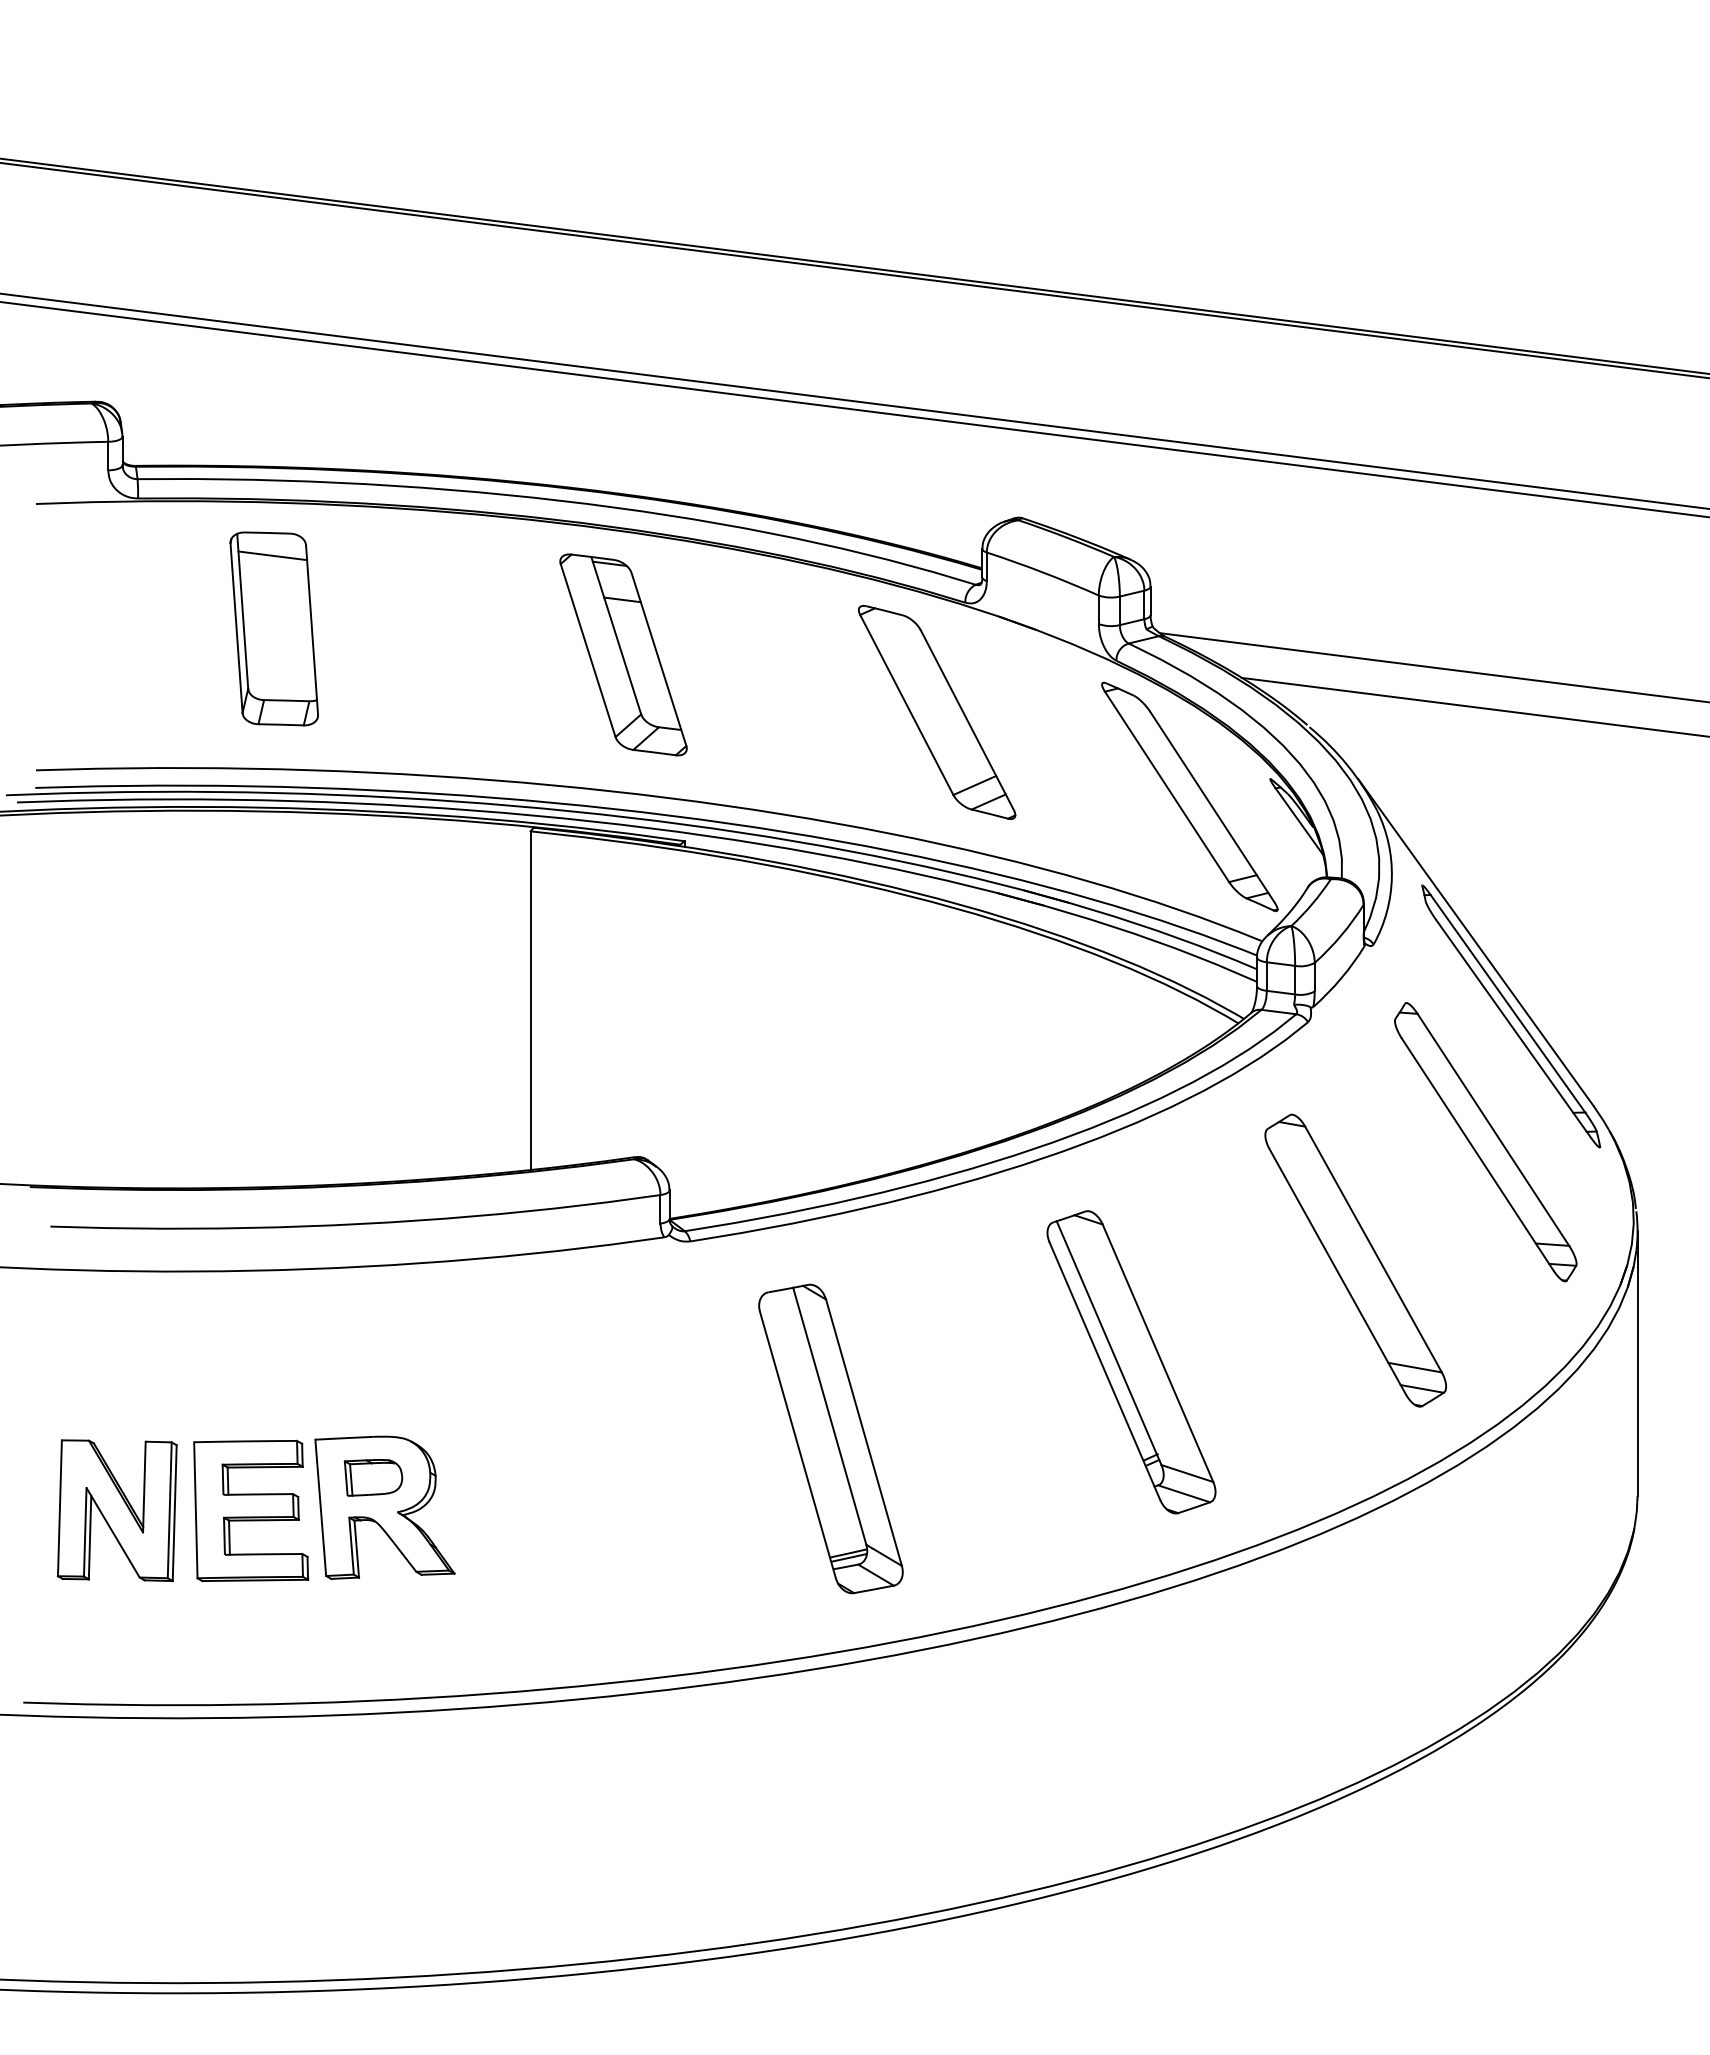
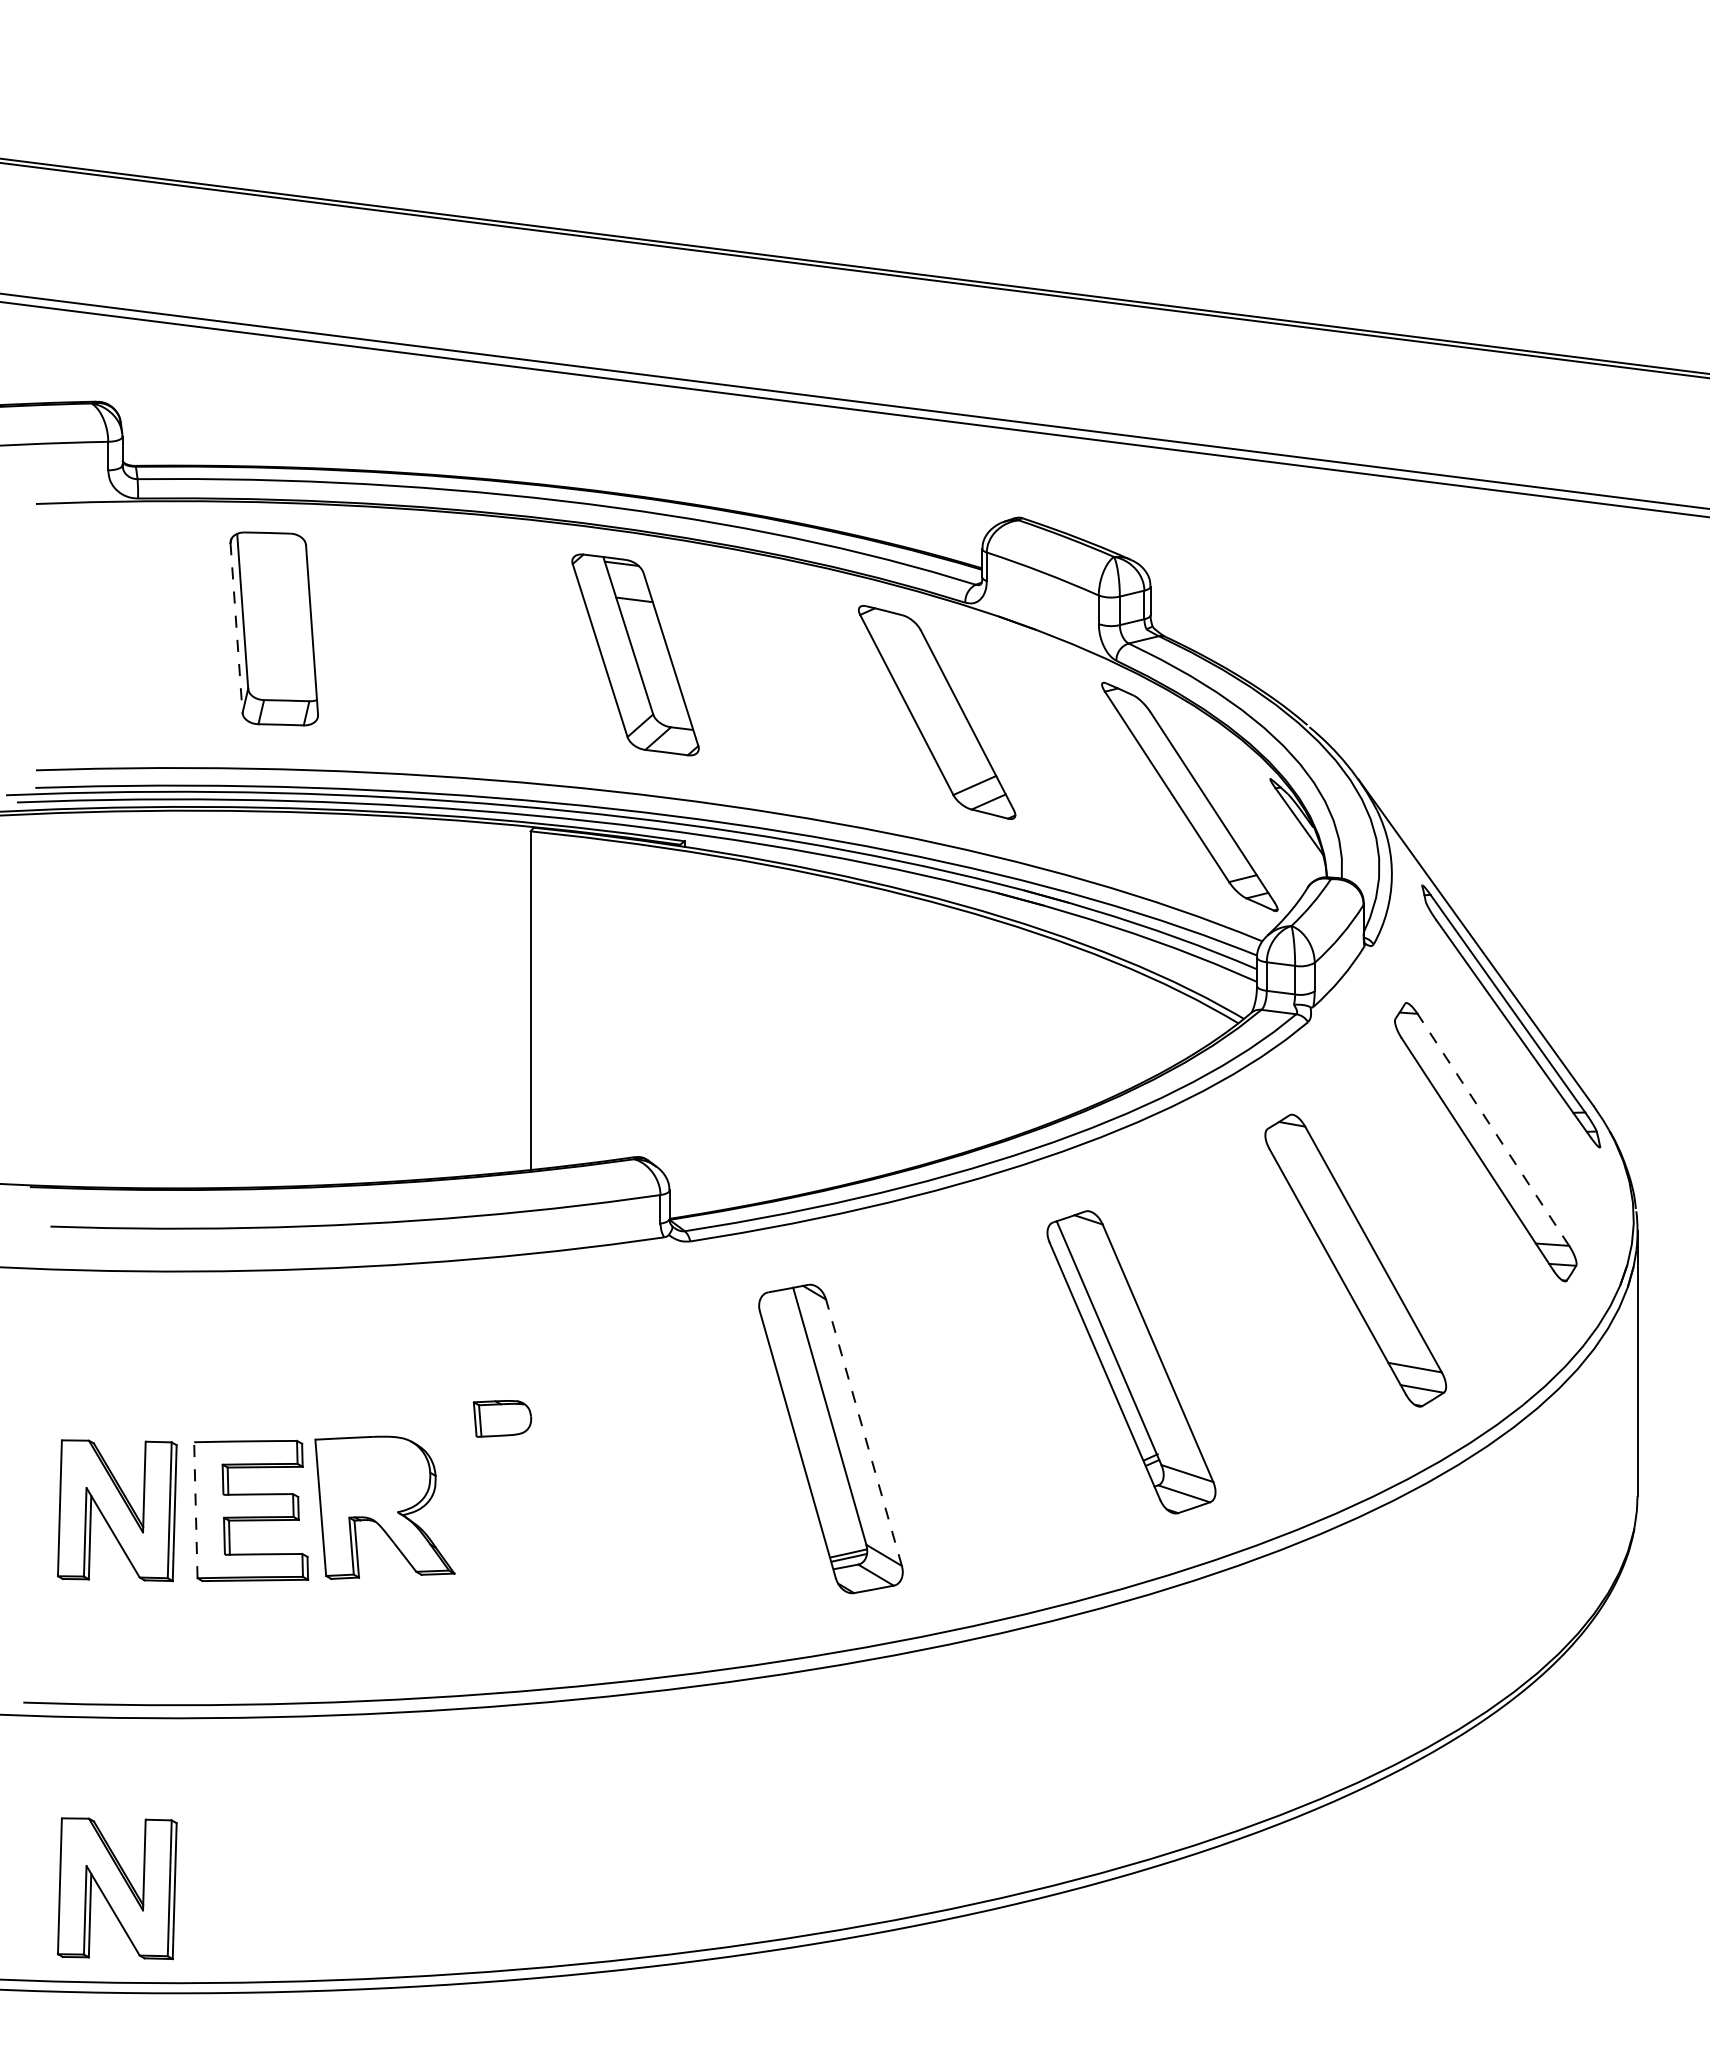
line at (272, 555): present -> none
line at (236, 628): solid -> dashed
part at (623, 654) position: (623, 654) -> (635, 654)
line at (1432, 667): present -> none
line at (1473, 706): present -> none
line at (1493, 1129): solid -> dashed
line at (863, 1432): solid -> dashed
part at (373, 1477) position: (373, 1477) -> (502, 1418)
line at (195, 1509): solid -> dashed
part at (116, 1888): none -> present
